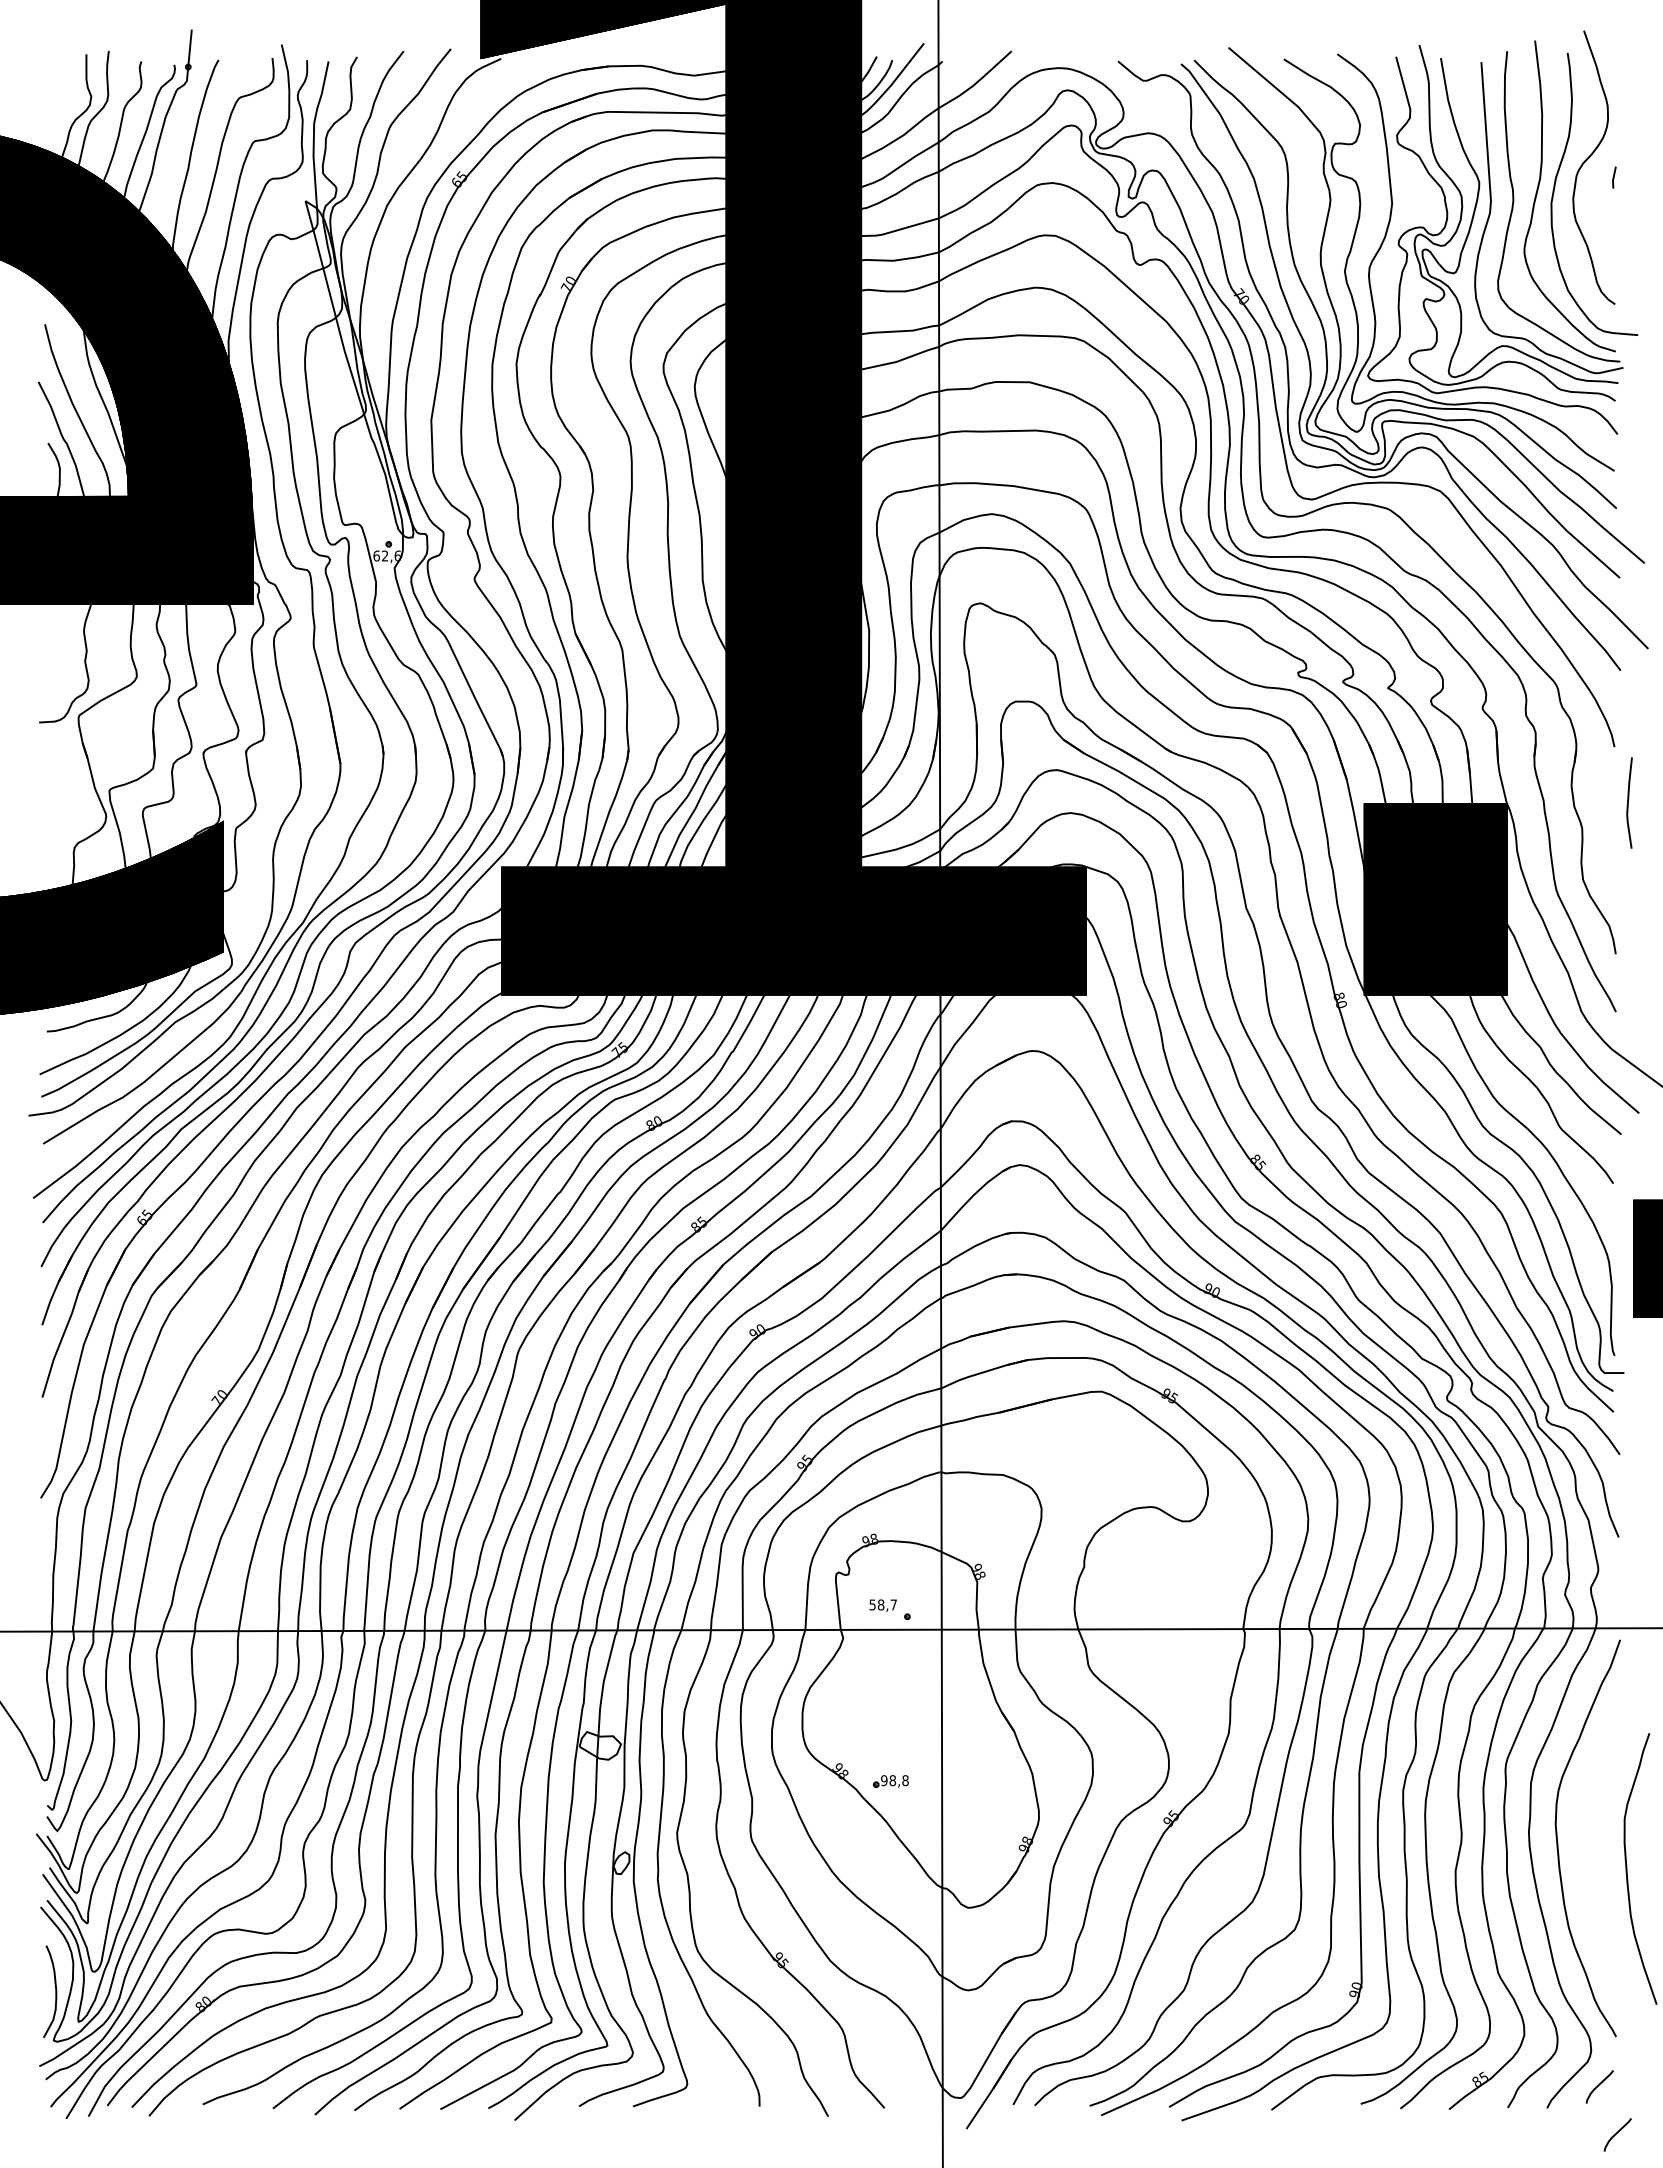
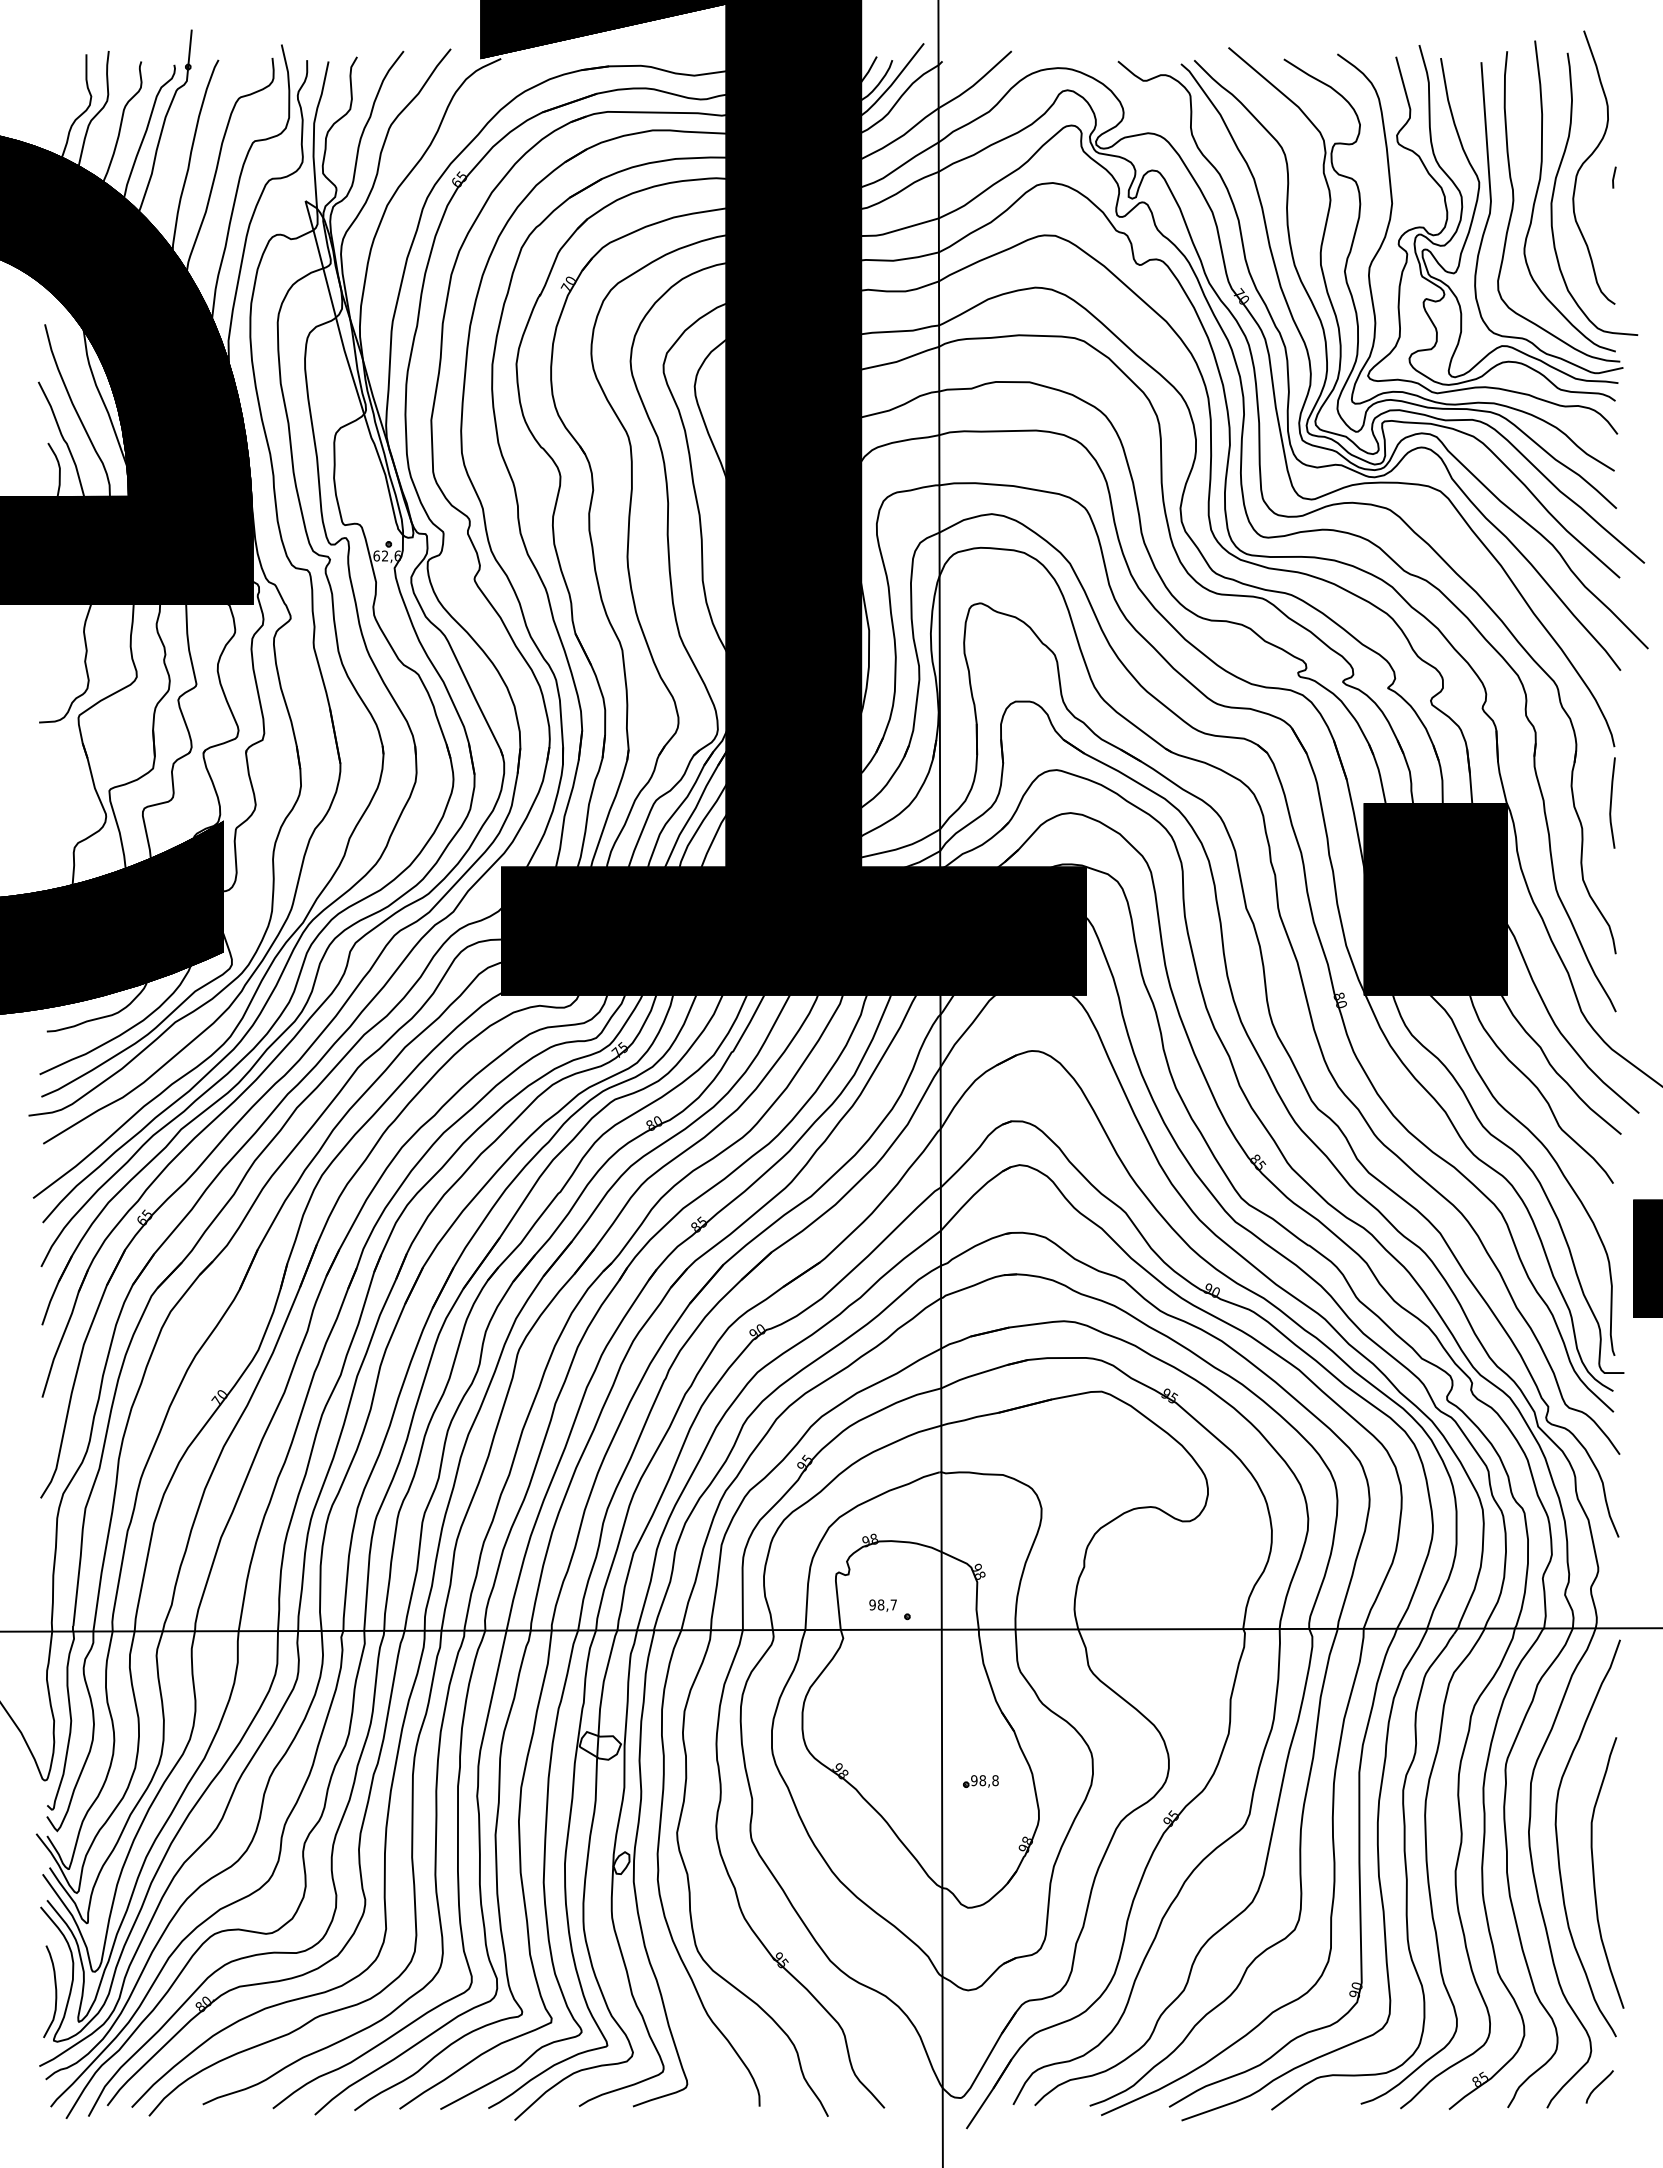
line at (1628, 802) position: (1628, 802) -> (1611, 802)
text at (872, 1604): 58,7 -> 98,7
part at (890, 1781) position: (890, 1781) -> (980, 1781)
curve at (1627, 1868) position: (1627, 1868) -> (1594, 1872)
curve at (1617, 2133): present -> none
